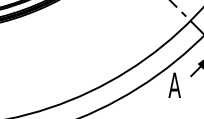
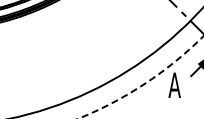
arc at (145, 83): solid -> dashed
